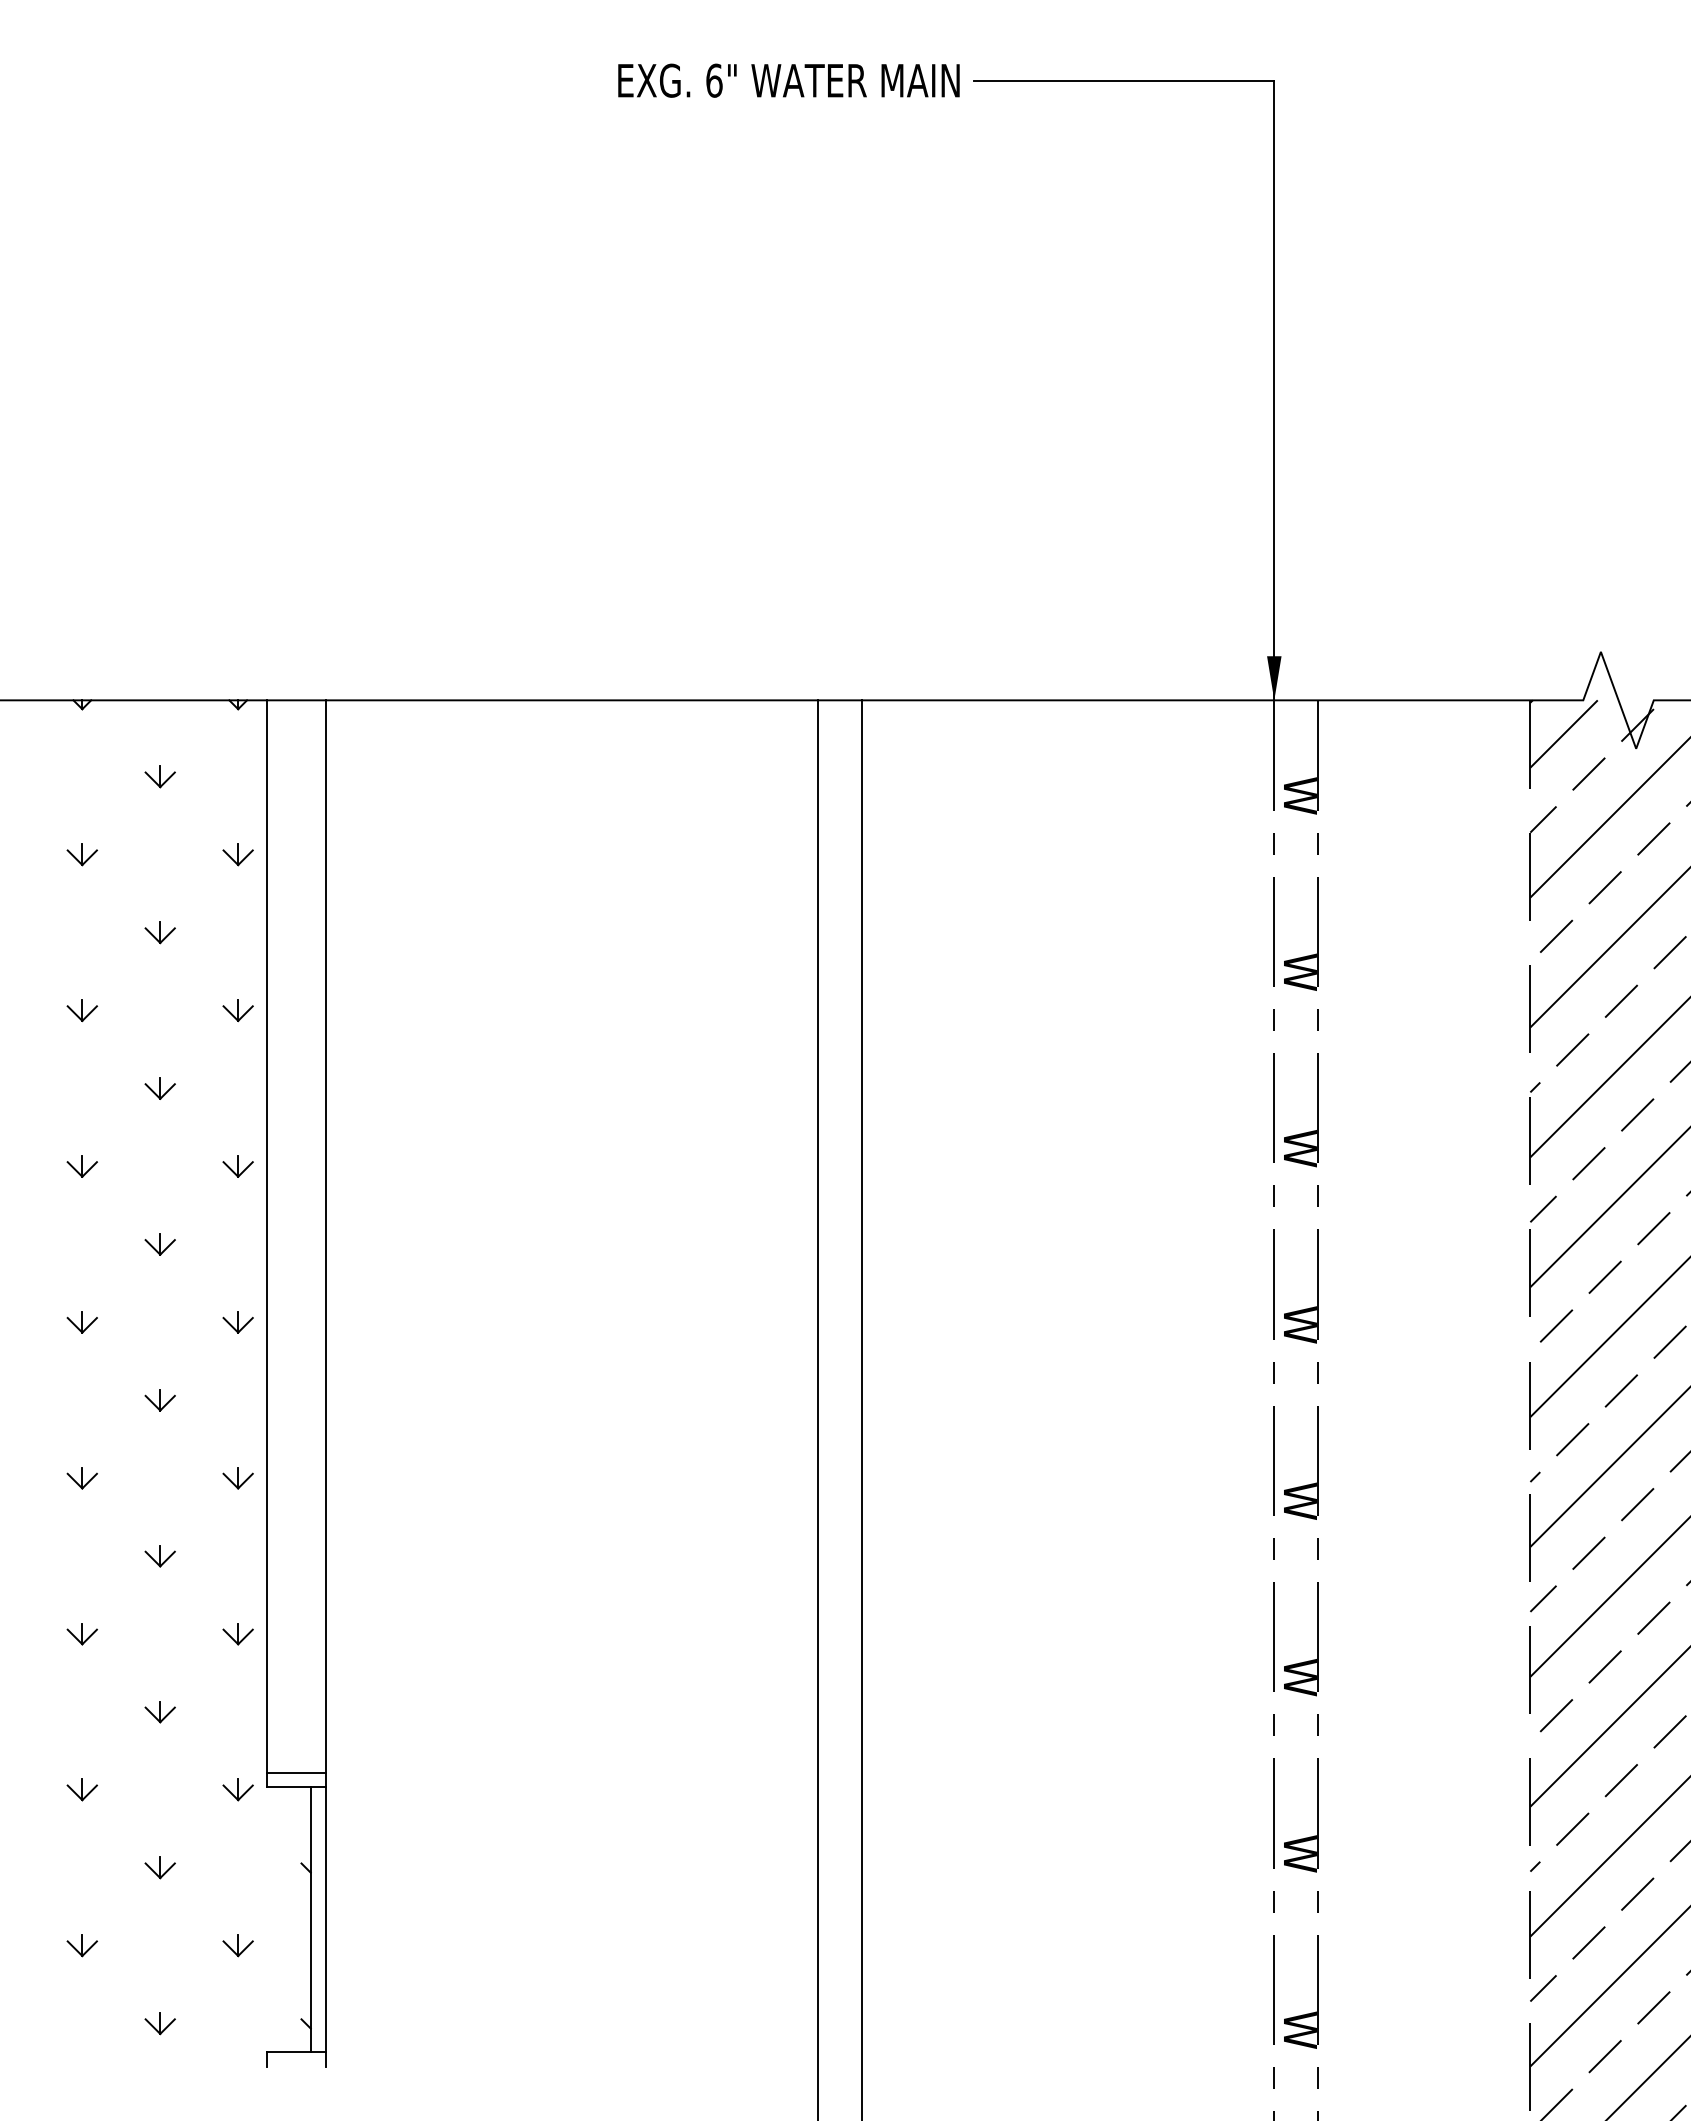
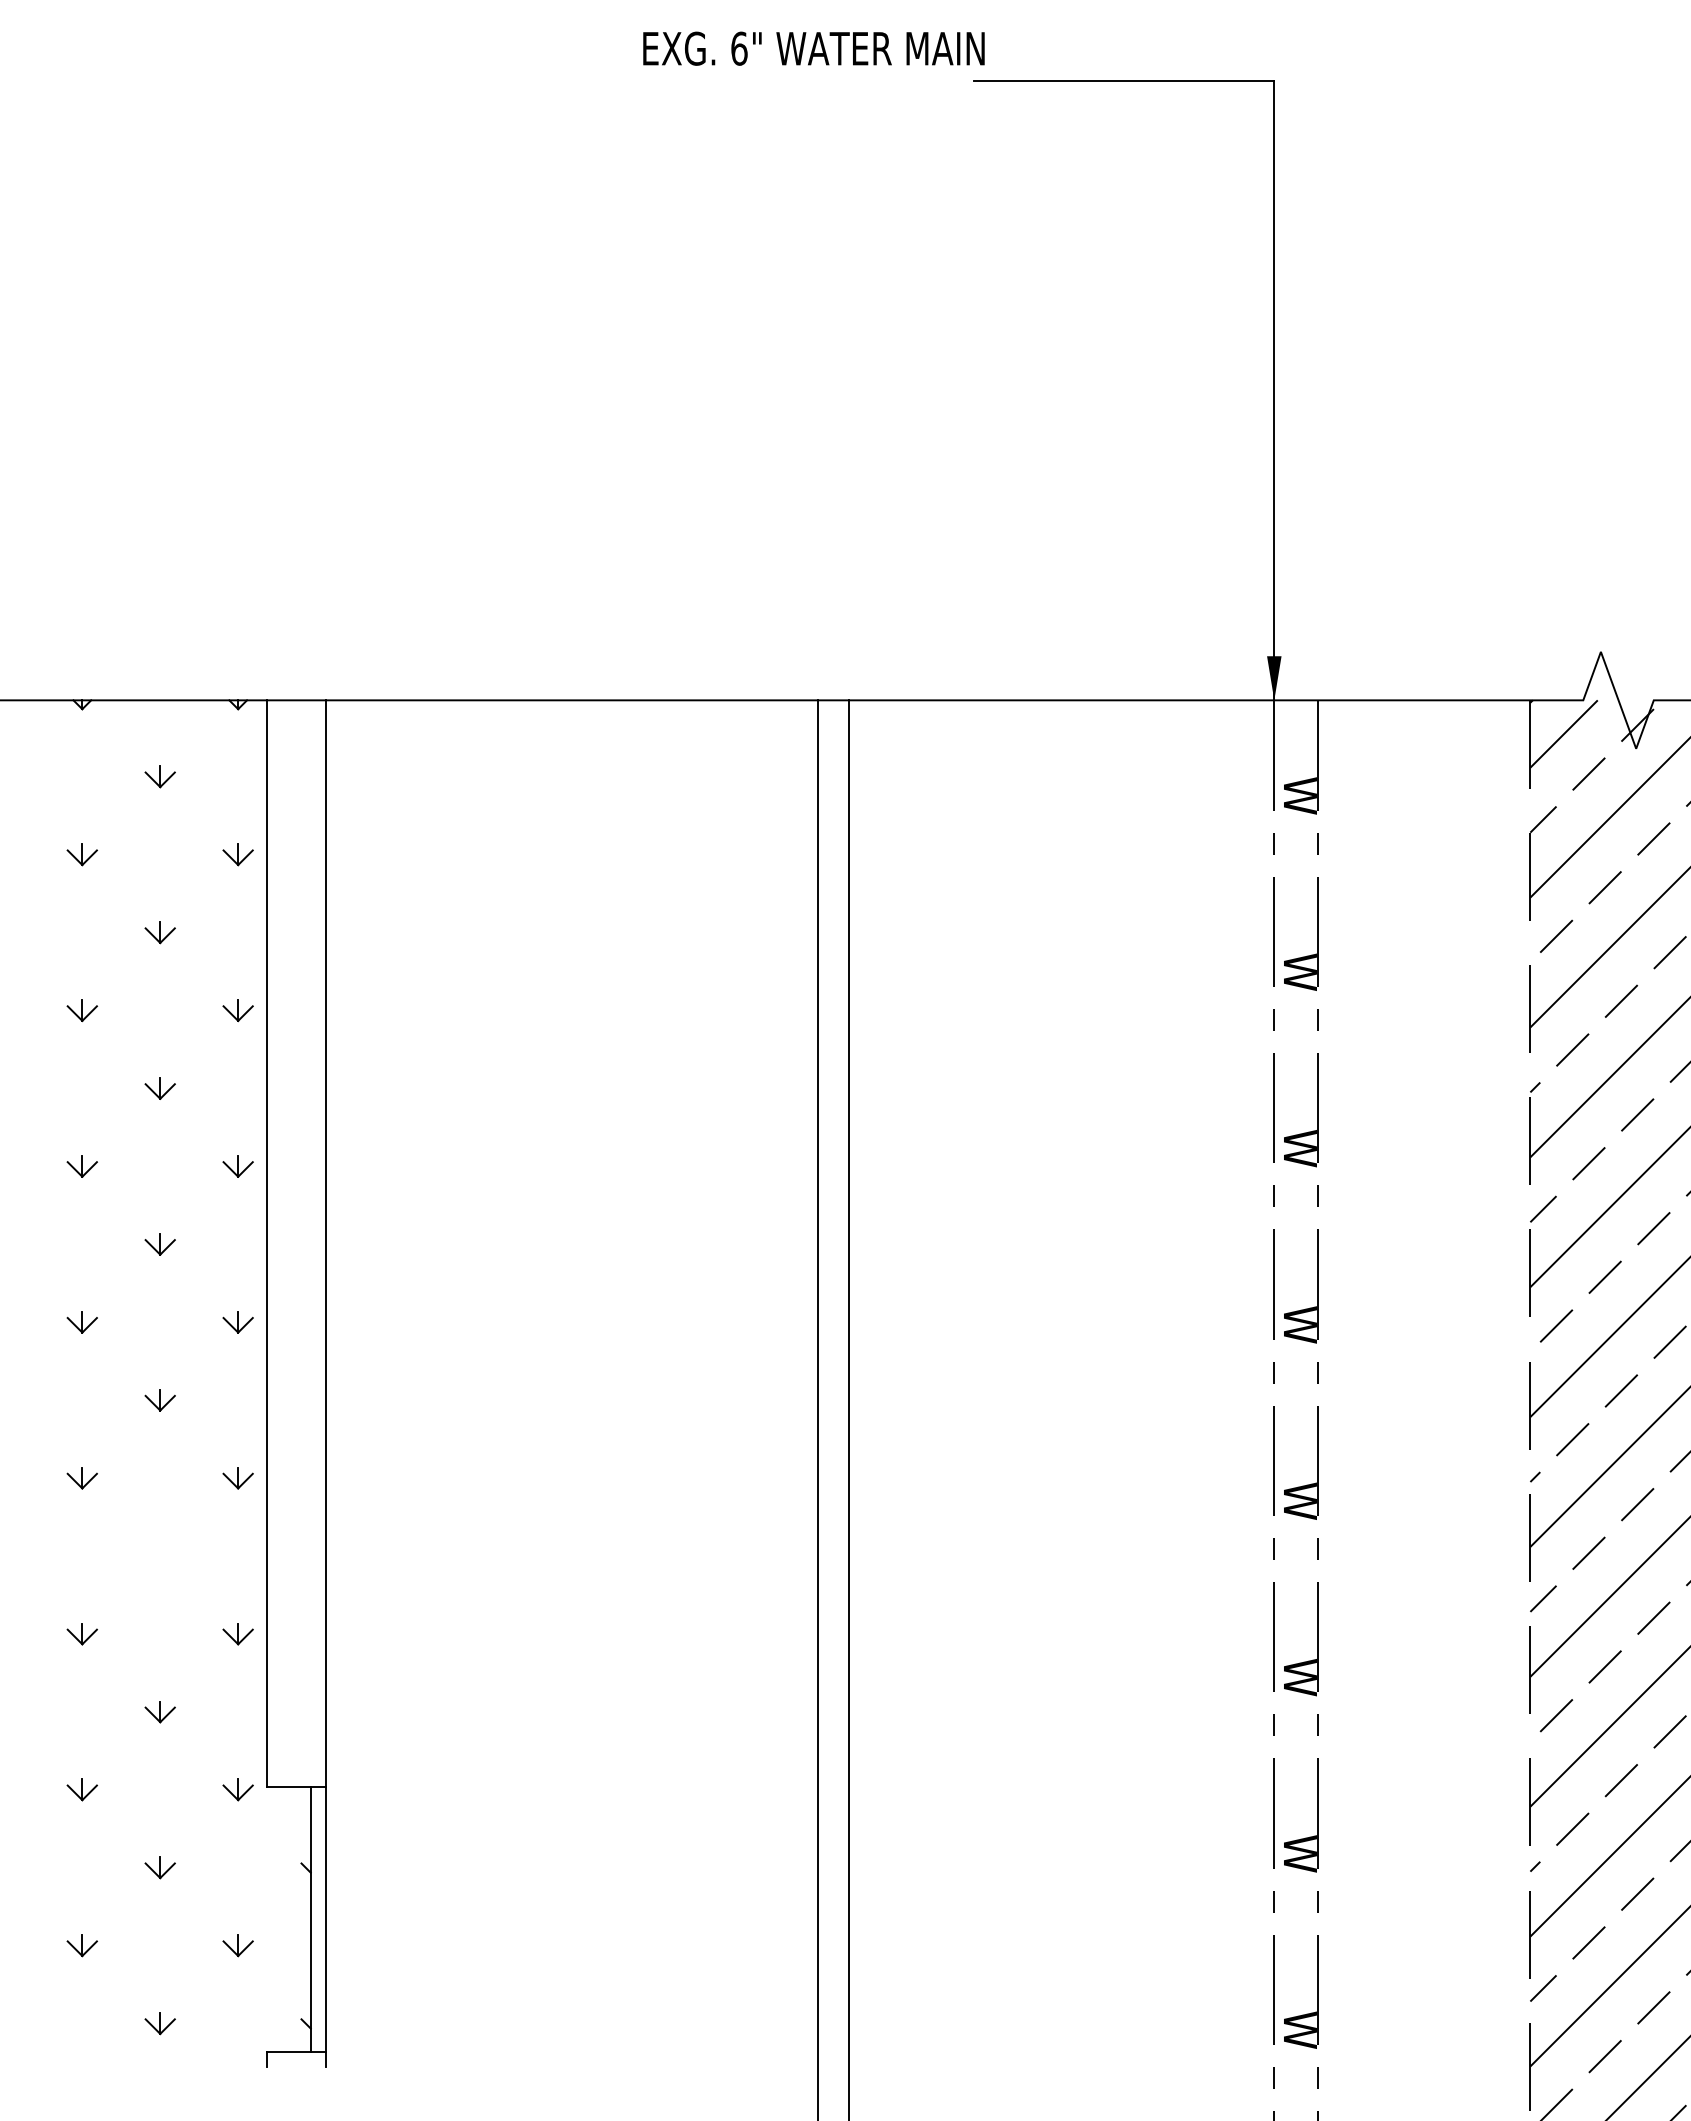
text at (788, 80) position: (788, 80) -> (813, 48)
line at (861, 1408) position: (861, 1408) -> (848, 1408)
part at (159, 1556): present -> none
line at (295, 1772): present -> none
